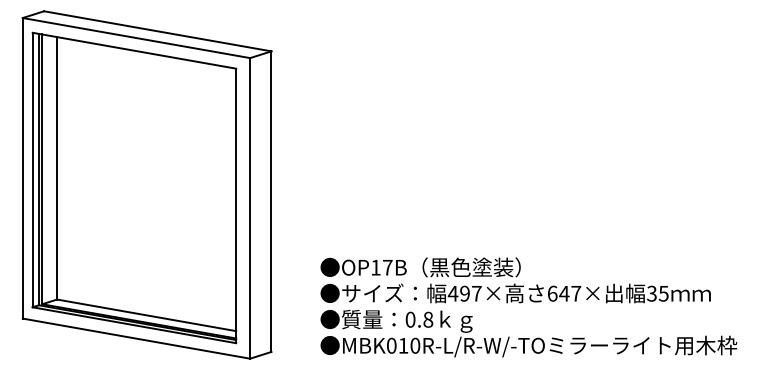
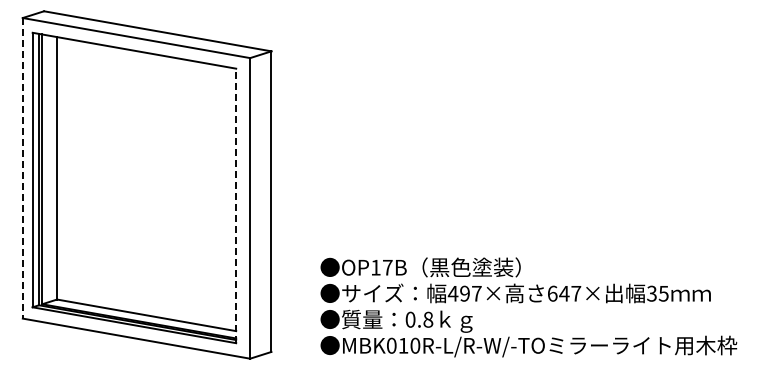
line at (22, 168): solid -> dashed
line at (236, 205): solid -> dashed
